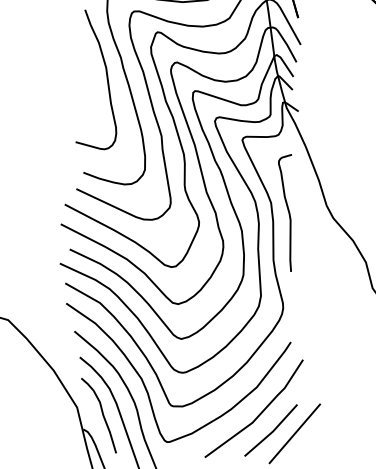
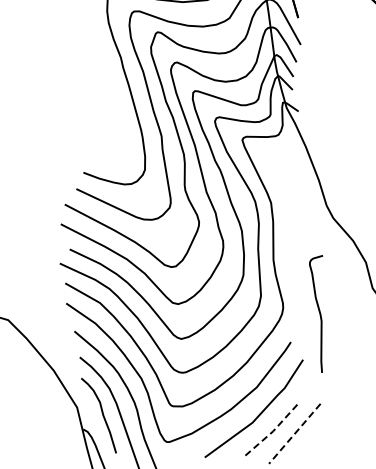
curve at (106, 79): present -> none
curve at (287, 210) position: (287, 210) -> (318, 311)
line at (273, 431): solid -> dashed
line at (294, 433): solid -> dashed
